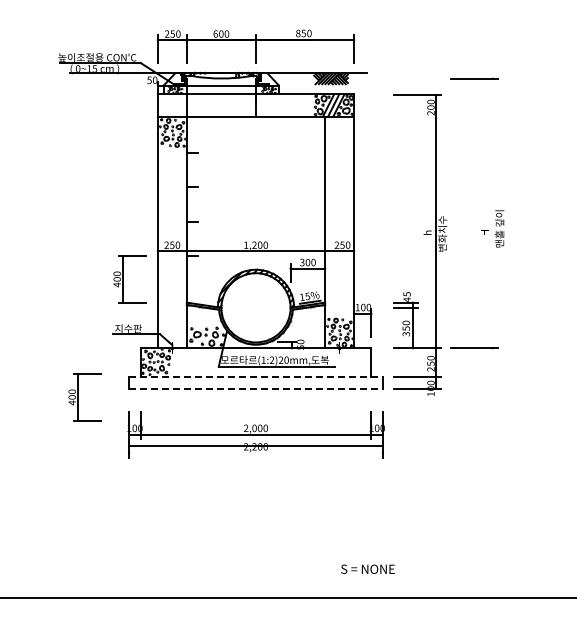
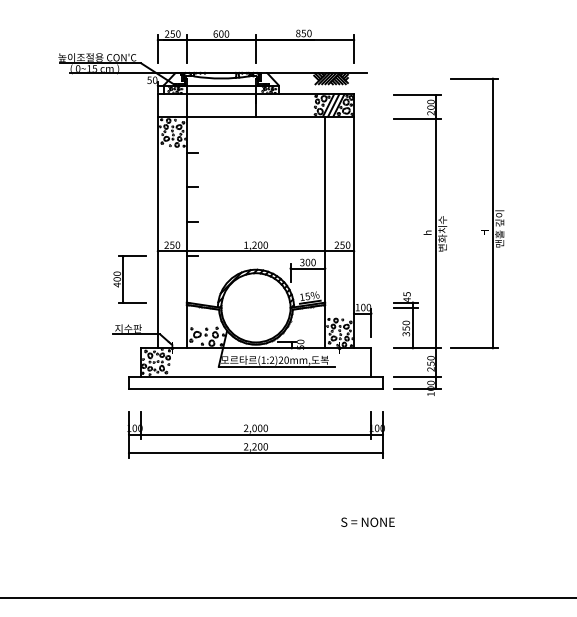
line at (417, 118): none -> present
line at (492, 213): none -> present
line at (255, 377): dashed -> solid
line at (255, 388): dashed -> solid
part at (84, 397): present -> none
line at (255, 446) position: (255, 446) -> (255, 453)
text at (367, 568) position: (367, 568) -> (367, 521)
